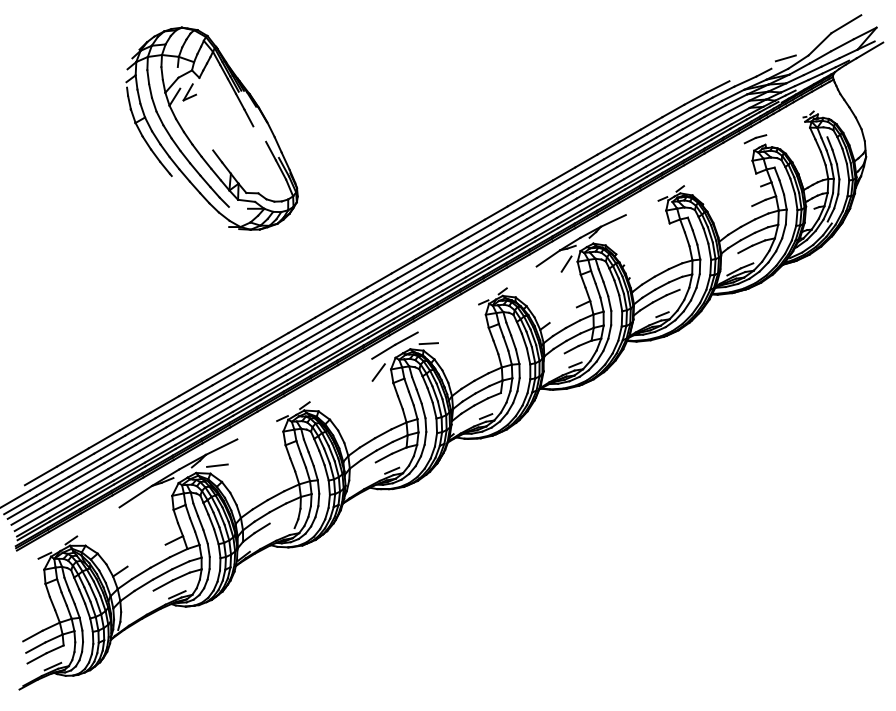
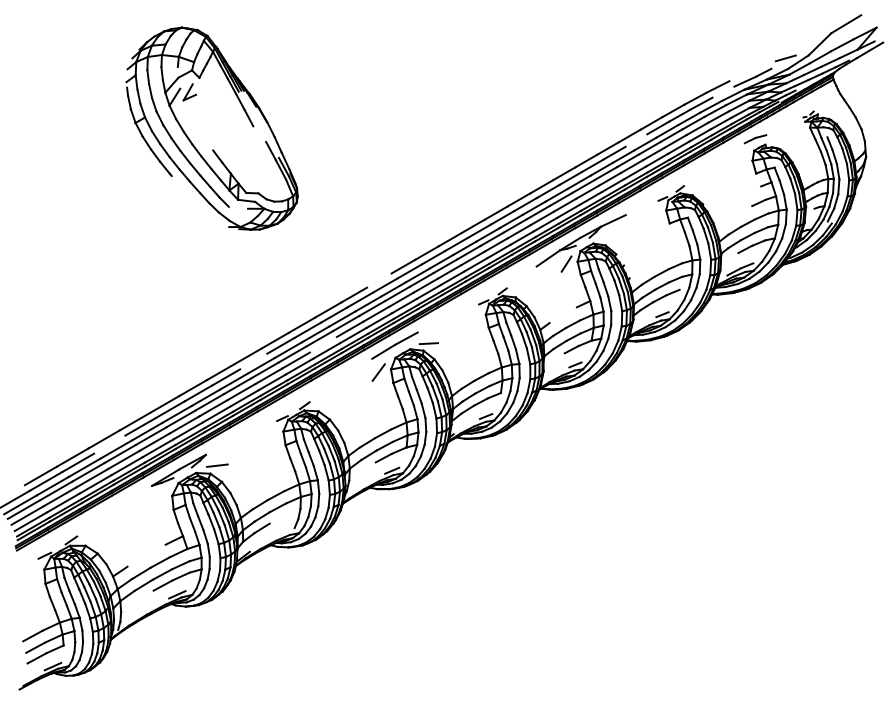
line at (723, 91): present -> none
line at (636, 140): present -> none
line at (379, 280): present -> none
line at (322, 344): present -> none
line at (253, 361): present -> none
line at (109, 444): present -> none
line at (221, 446): present -> none
line at (135, 496): present -> none
